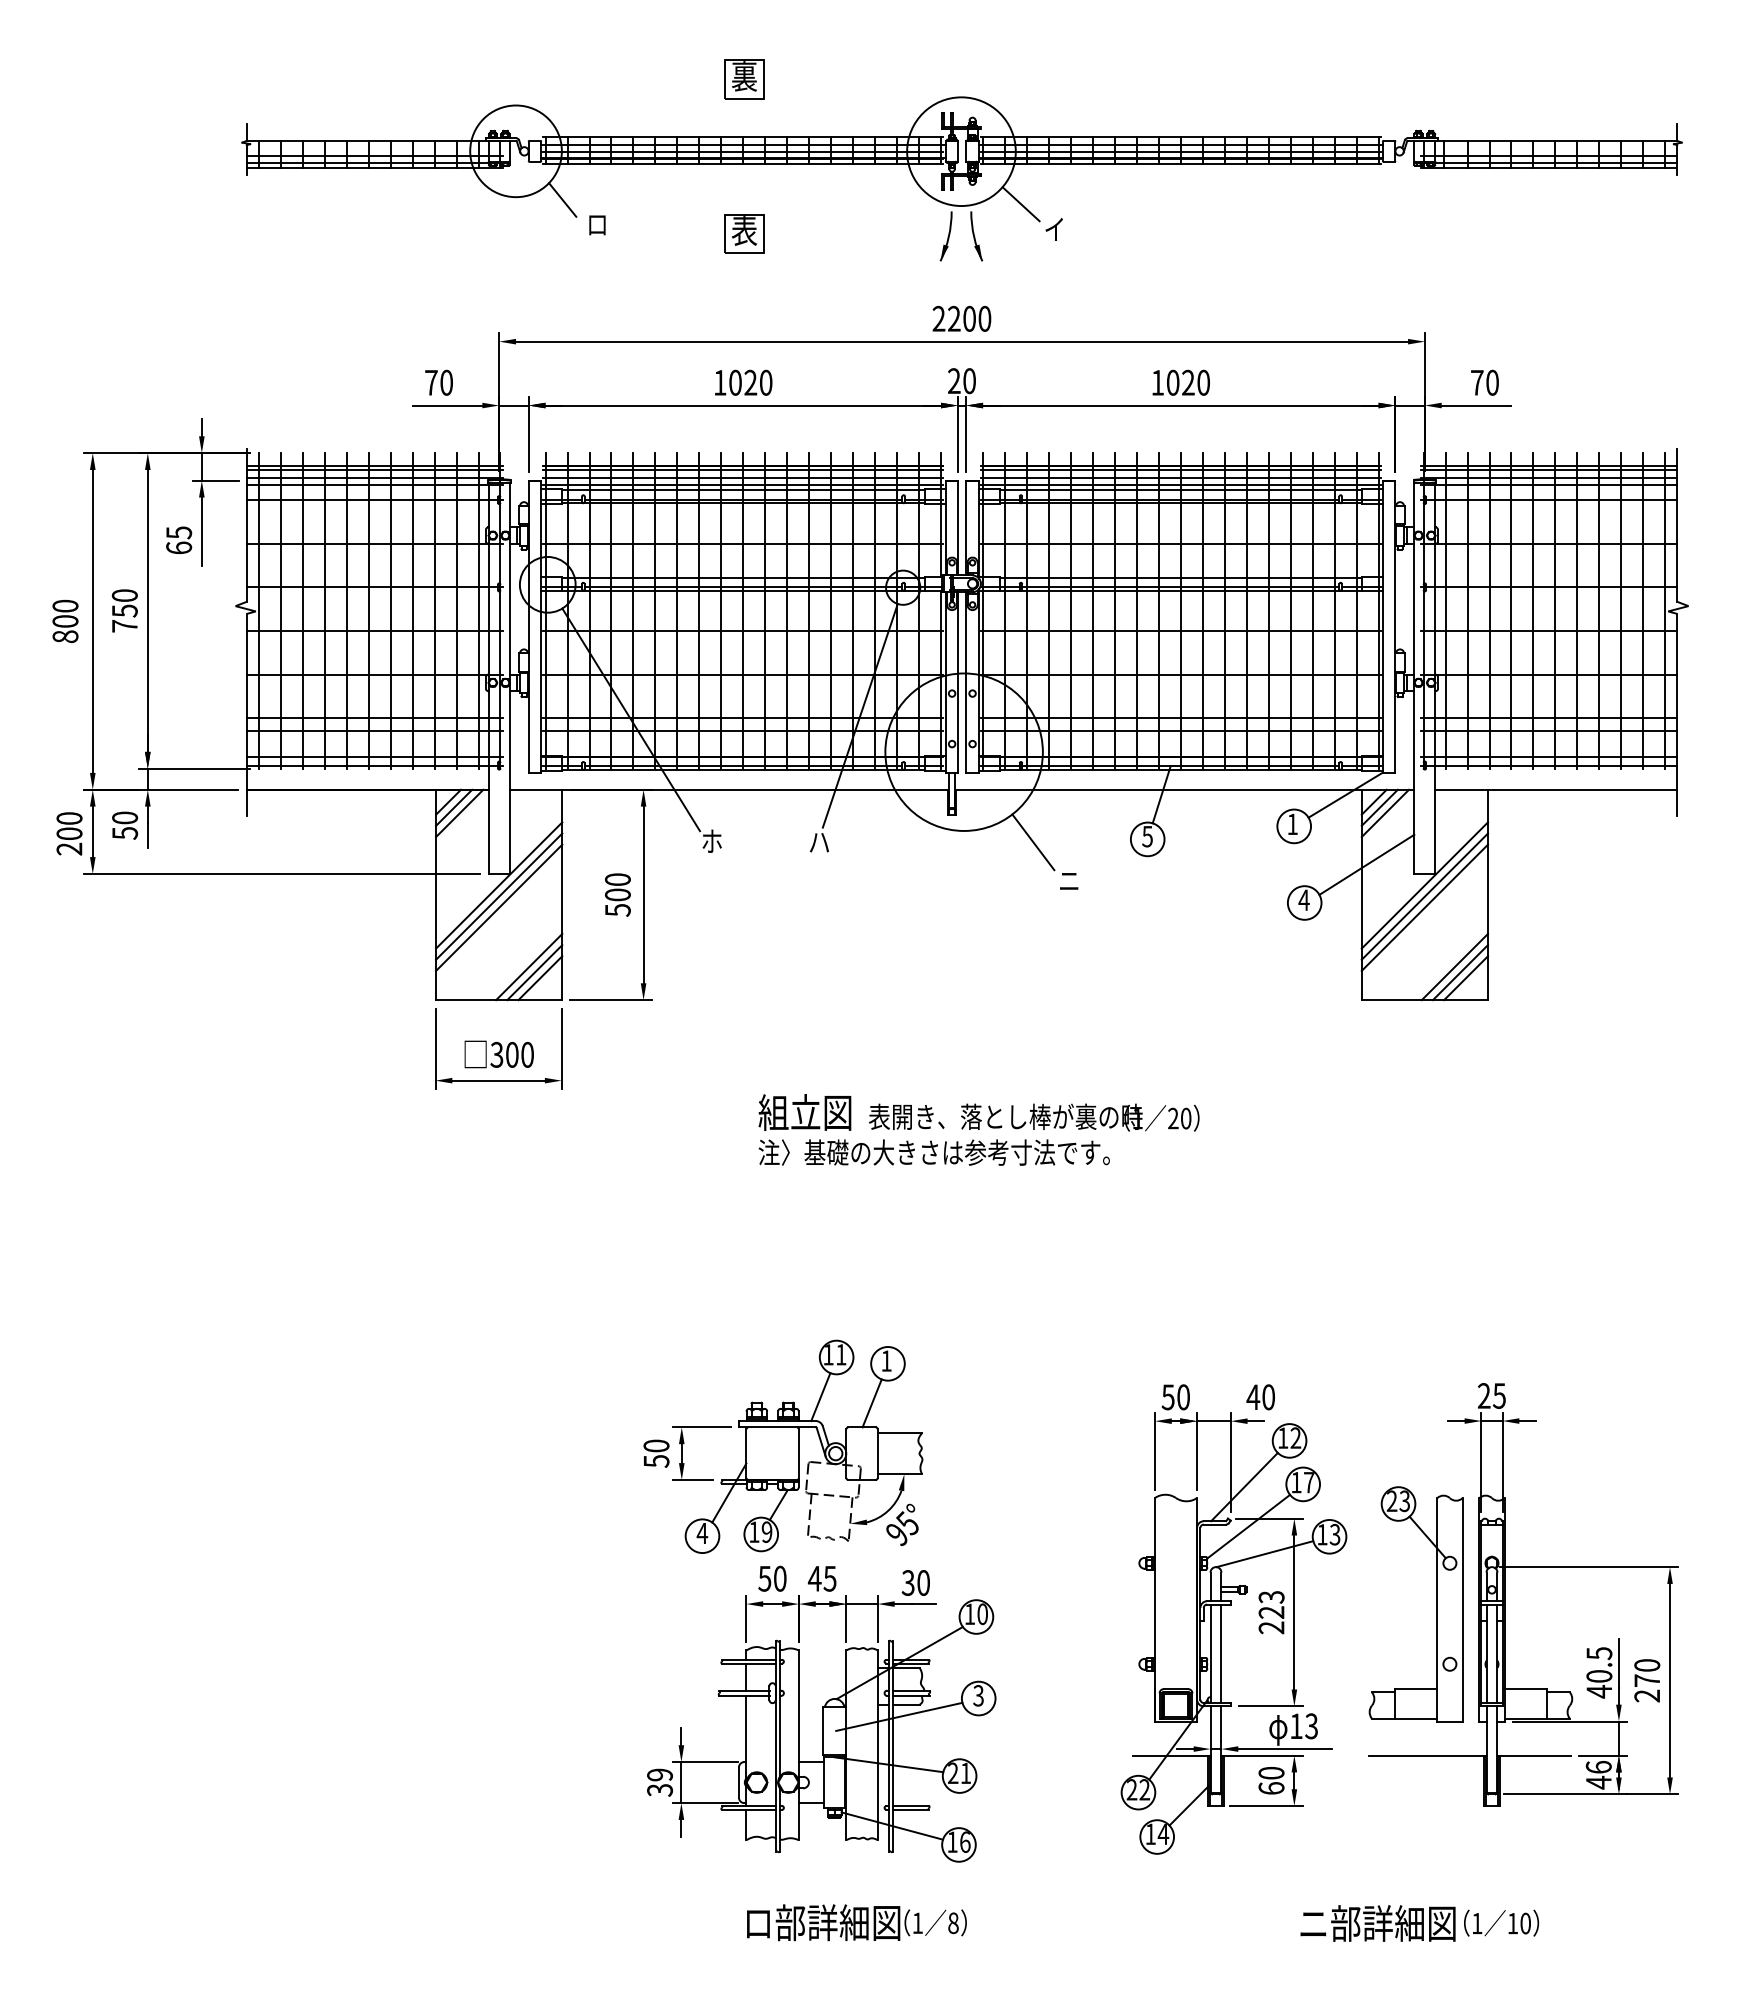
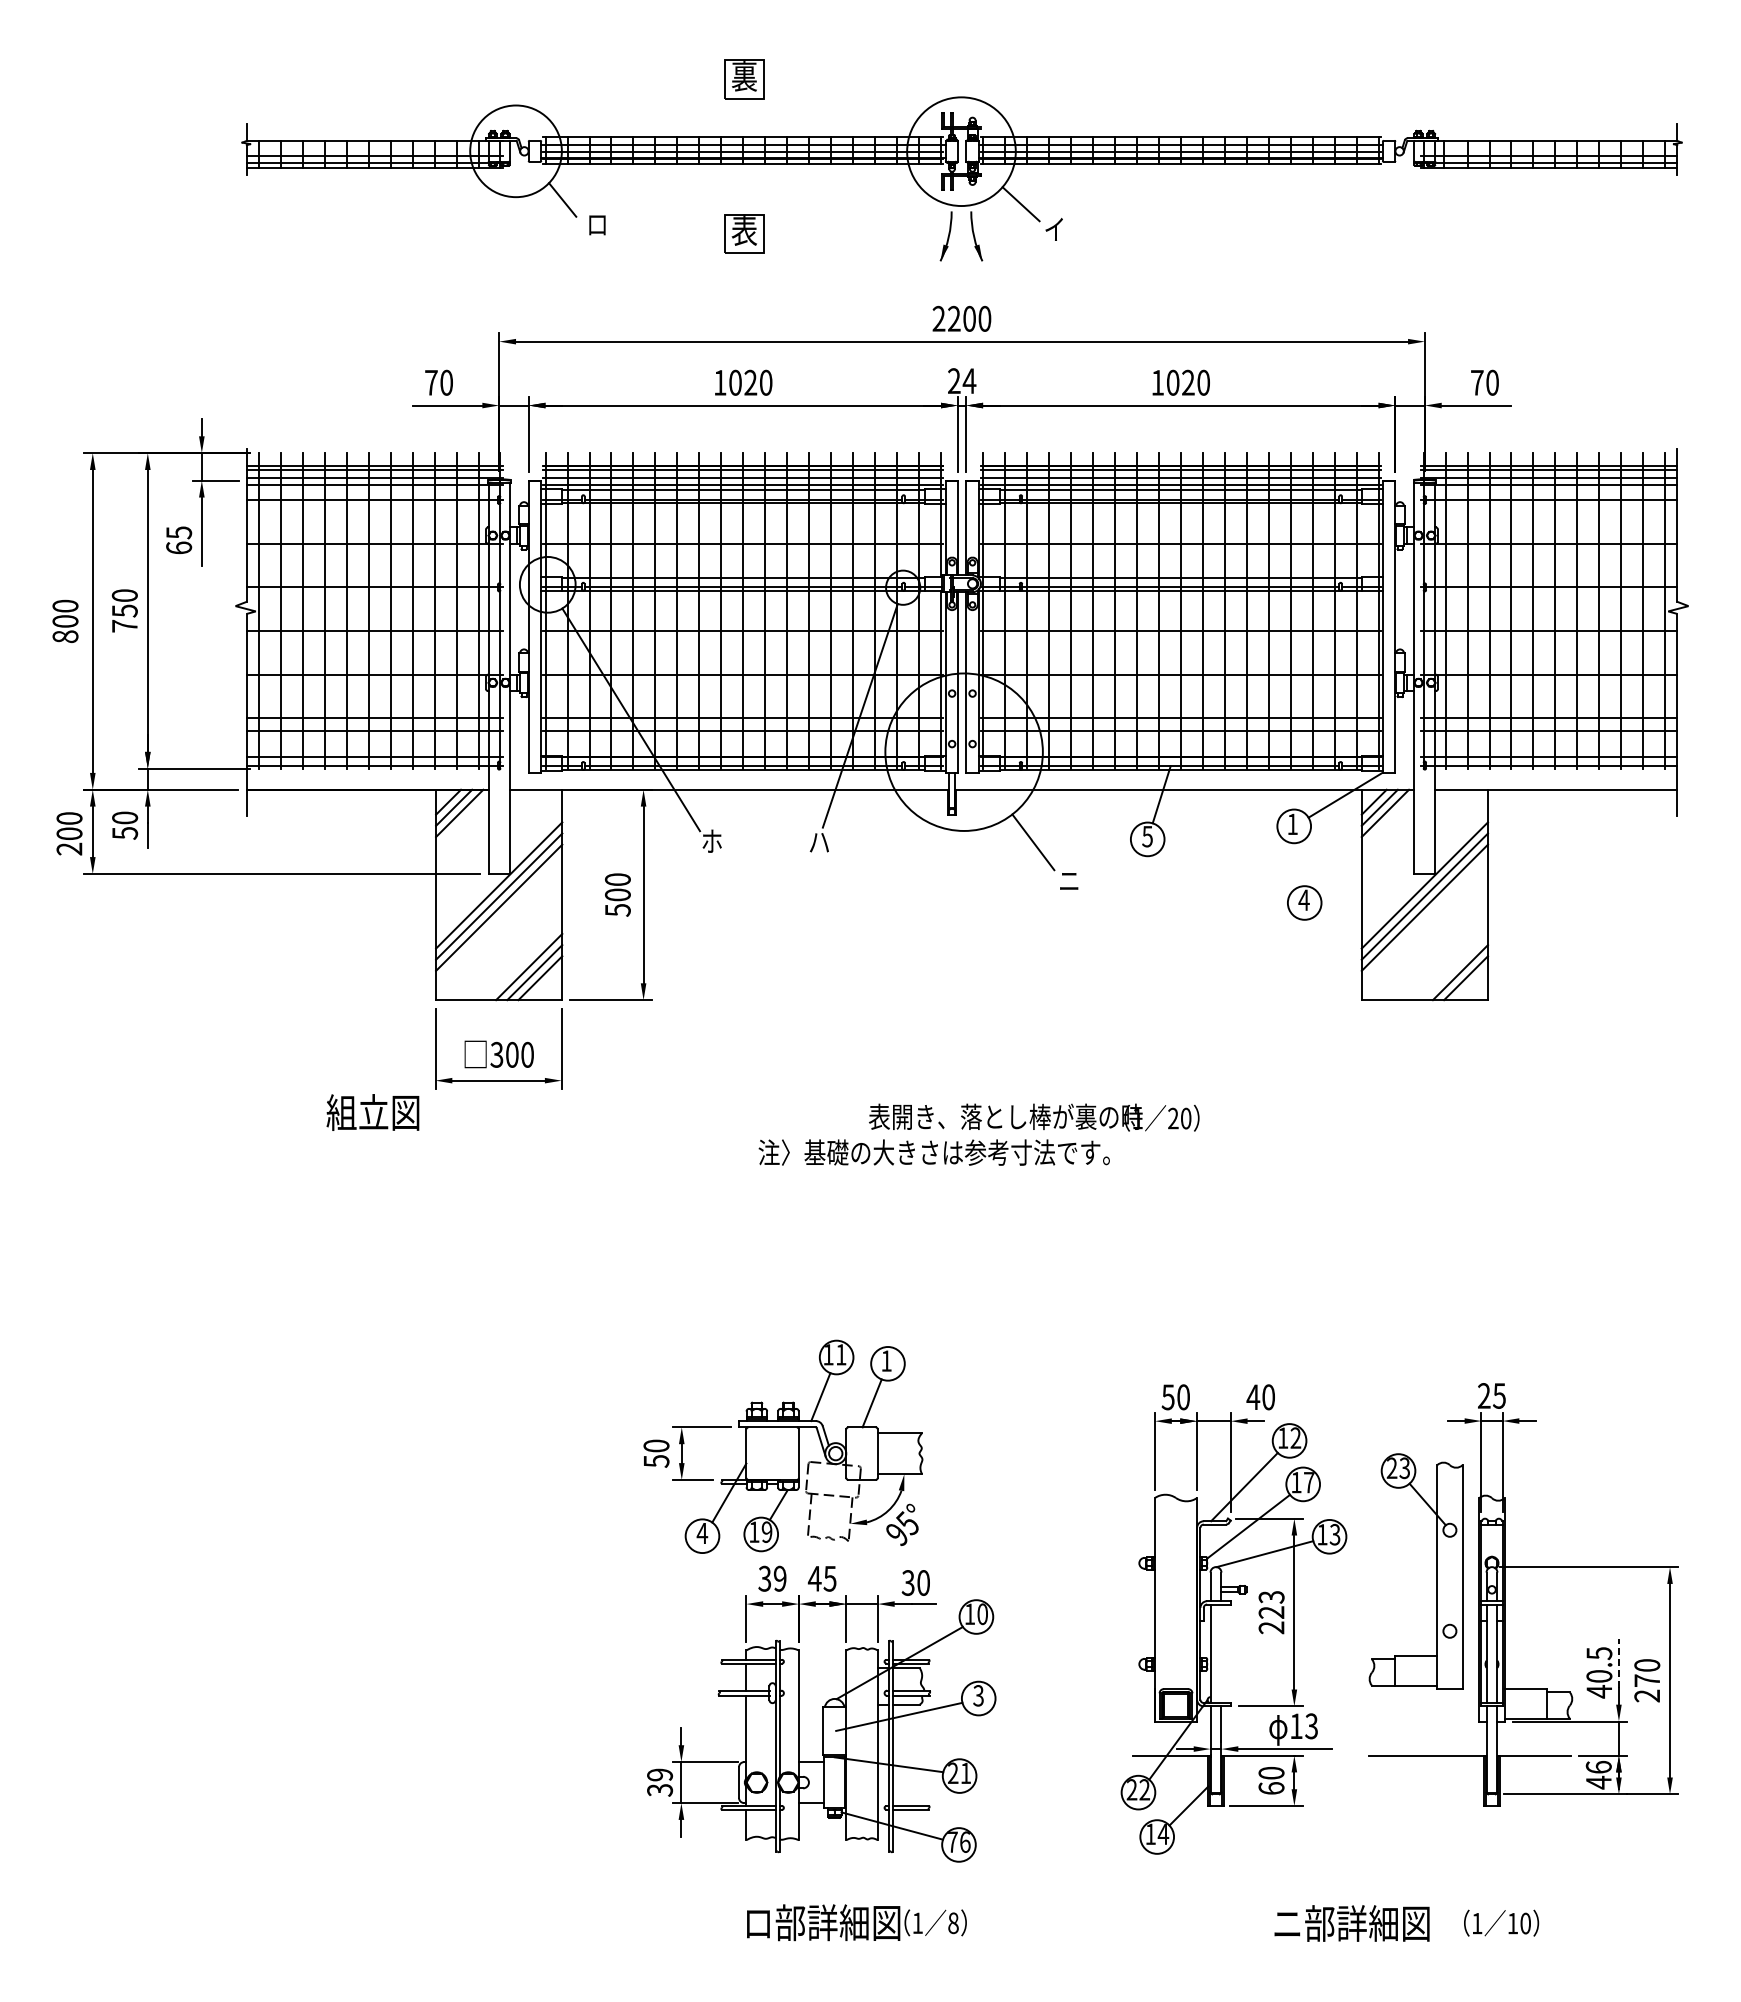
text at (969, 381): 20 -> 24
line at (1366, 864): present -> none
line at (1454, 966): present -> none
text at (804, 1112) position: (804, 1112) -> (372, 1112)
text at (772, 1578): 50 -> 39
part at (1436, 1604) position: (1436, 1604) -> (1436, 1571)
line at (1221, 1653): present -> none
line at (1618, 1663): solid -> dashed
text at (952, 1841): 16 -> 76
text at (1377, 1923) position: (1377, 1923) -> (1351, 1923)
